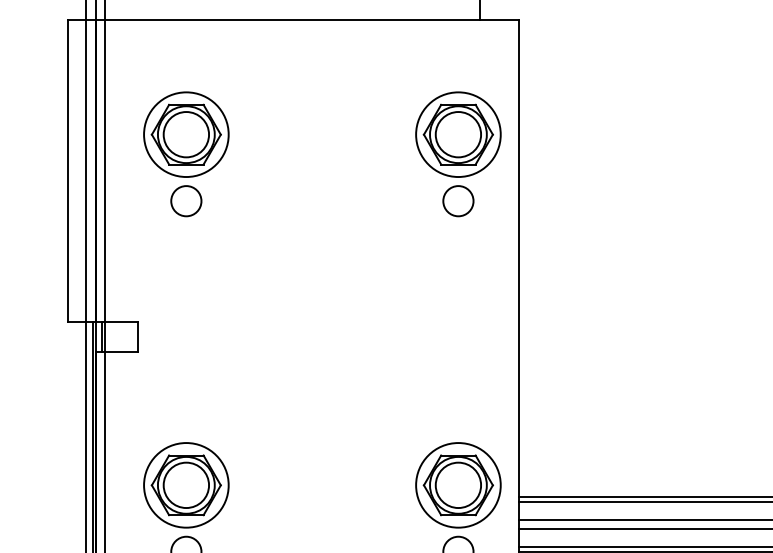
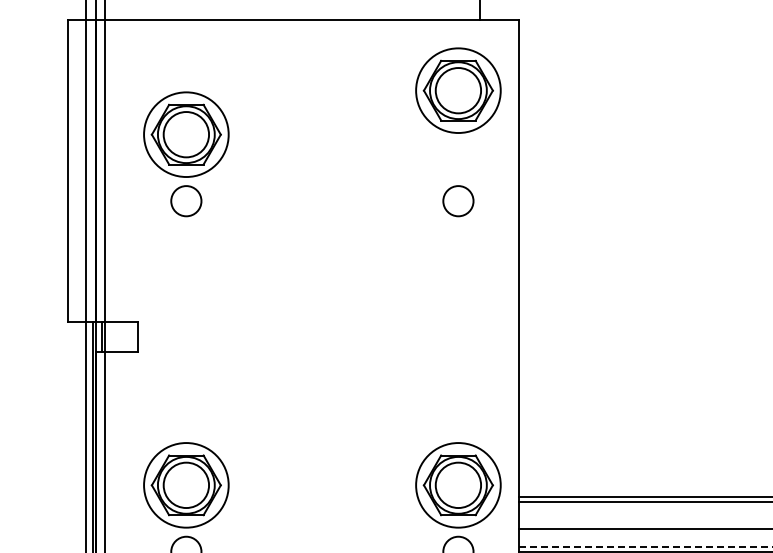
part at (458, 134) position: (458, 134) -> (458, 90)
line at (643, 519): present -> none
line at (645, 547): solid -> dashed
